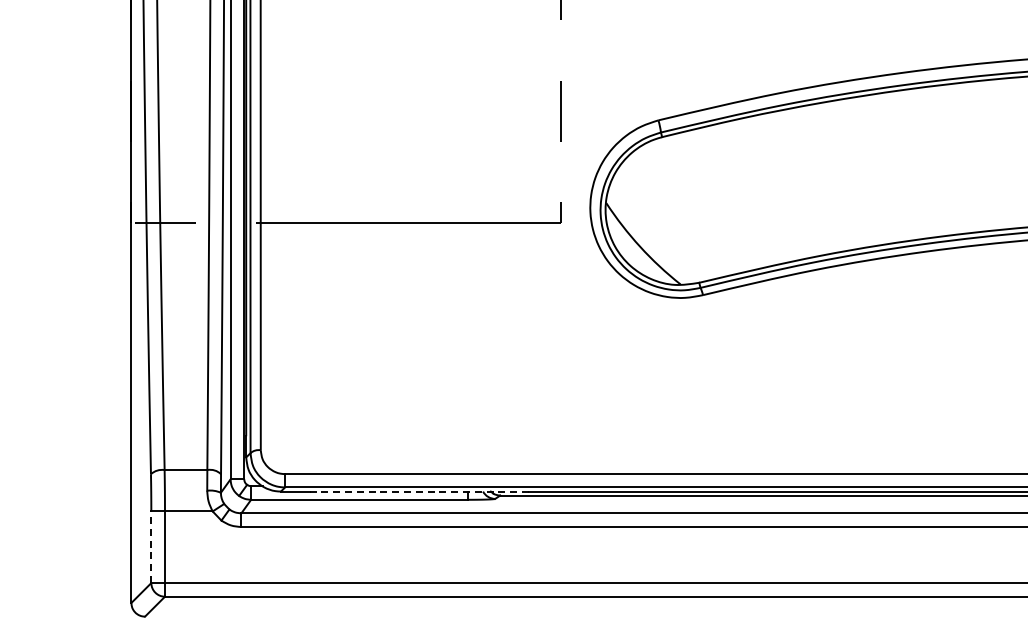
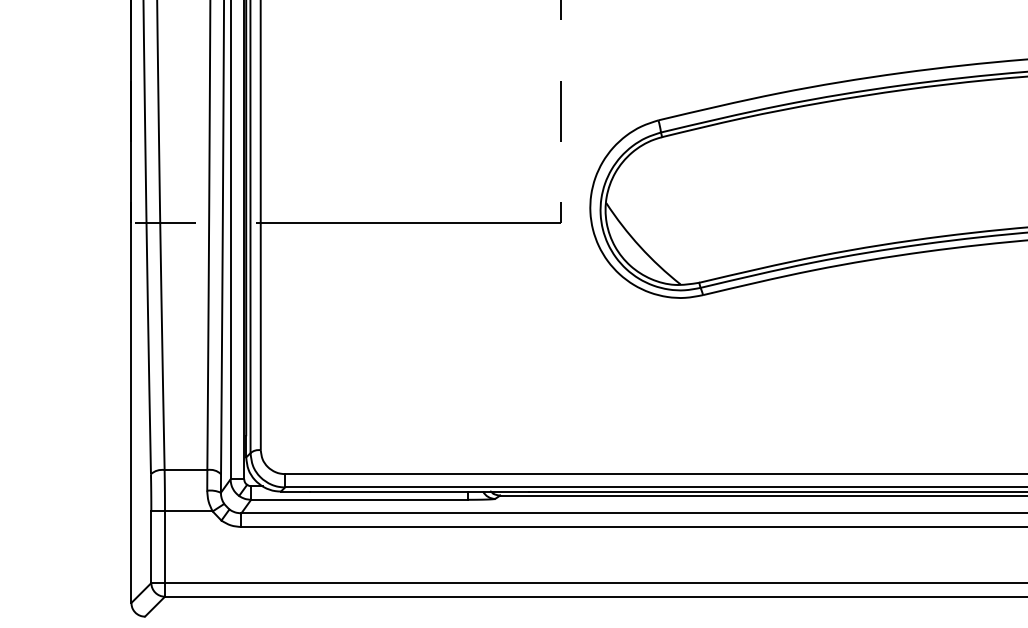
line at (419, 491): dashed -> solid
line at (151, 547): dashed -> solid
